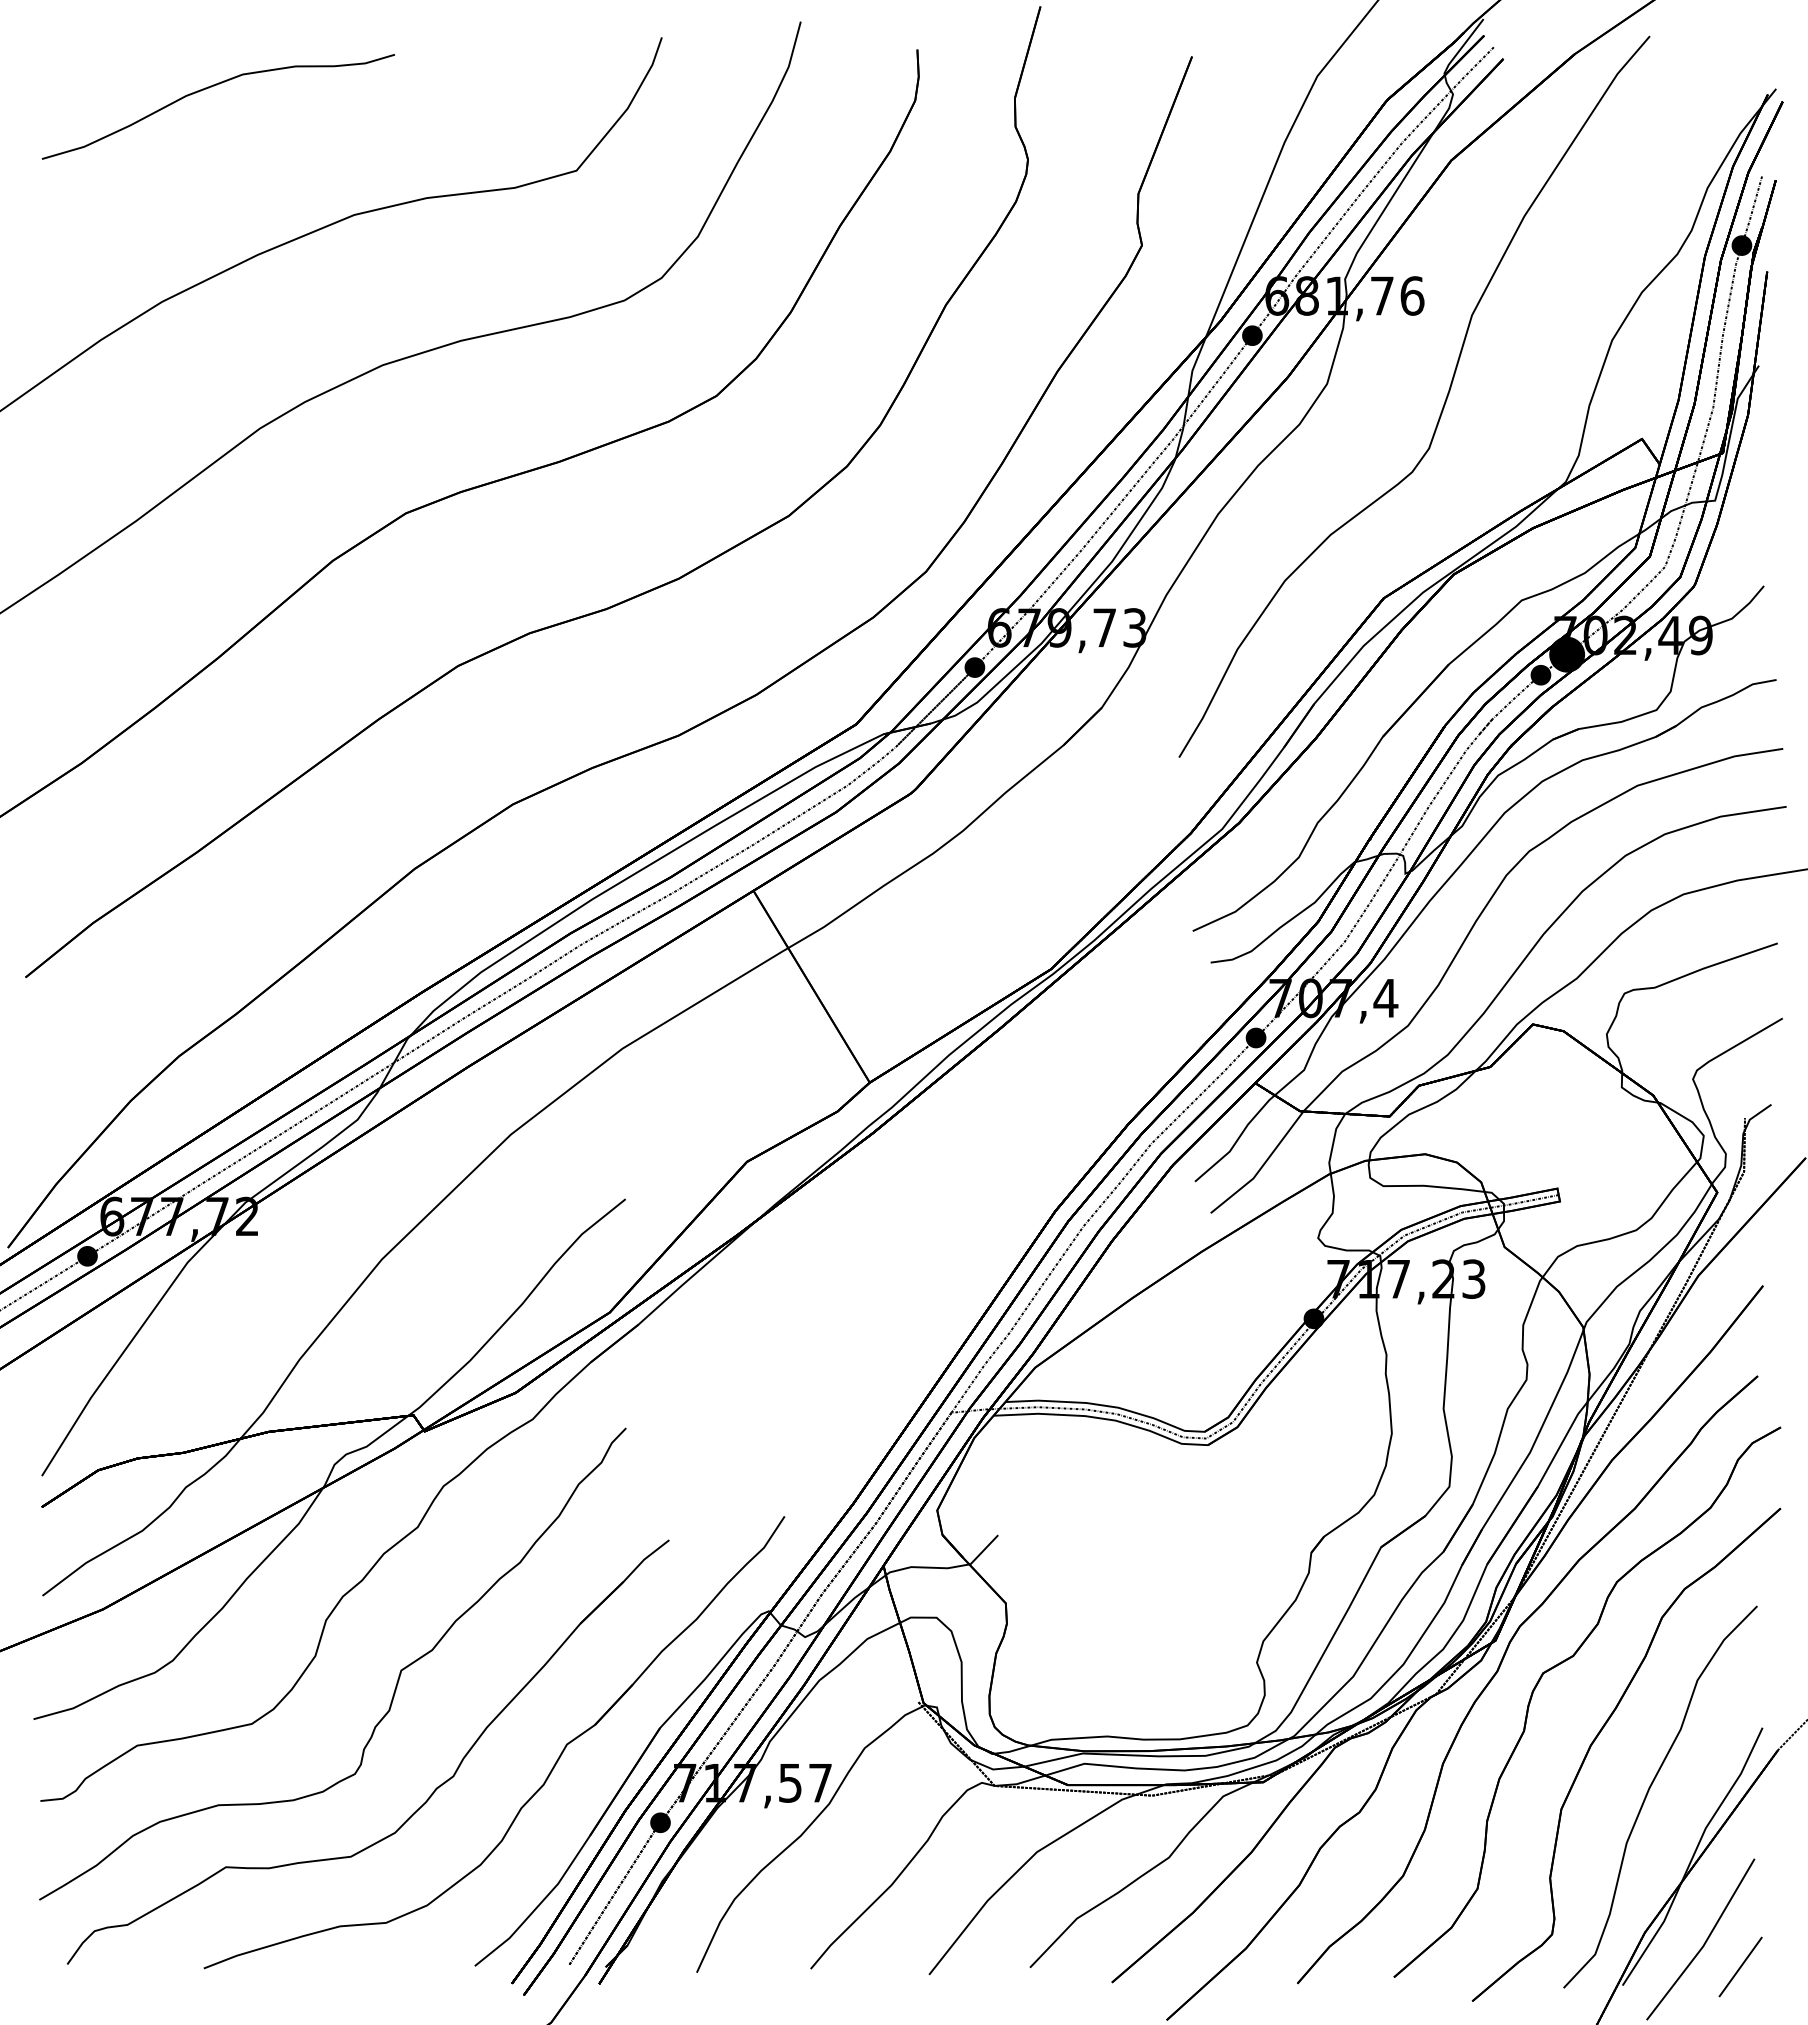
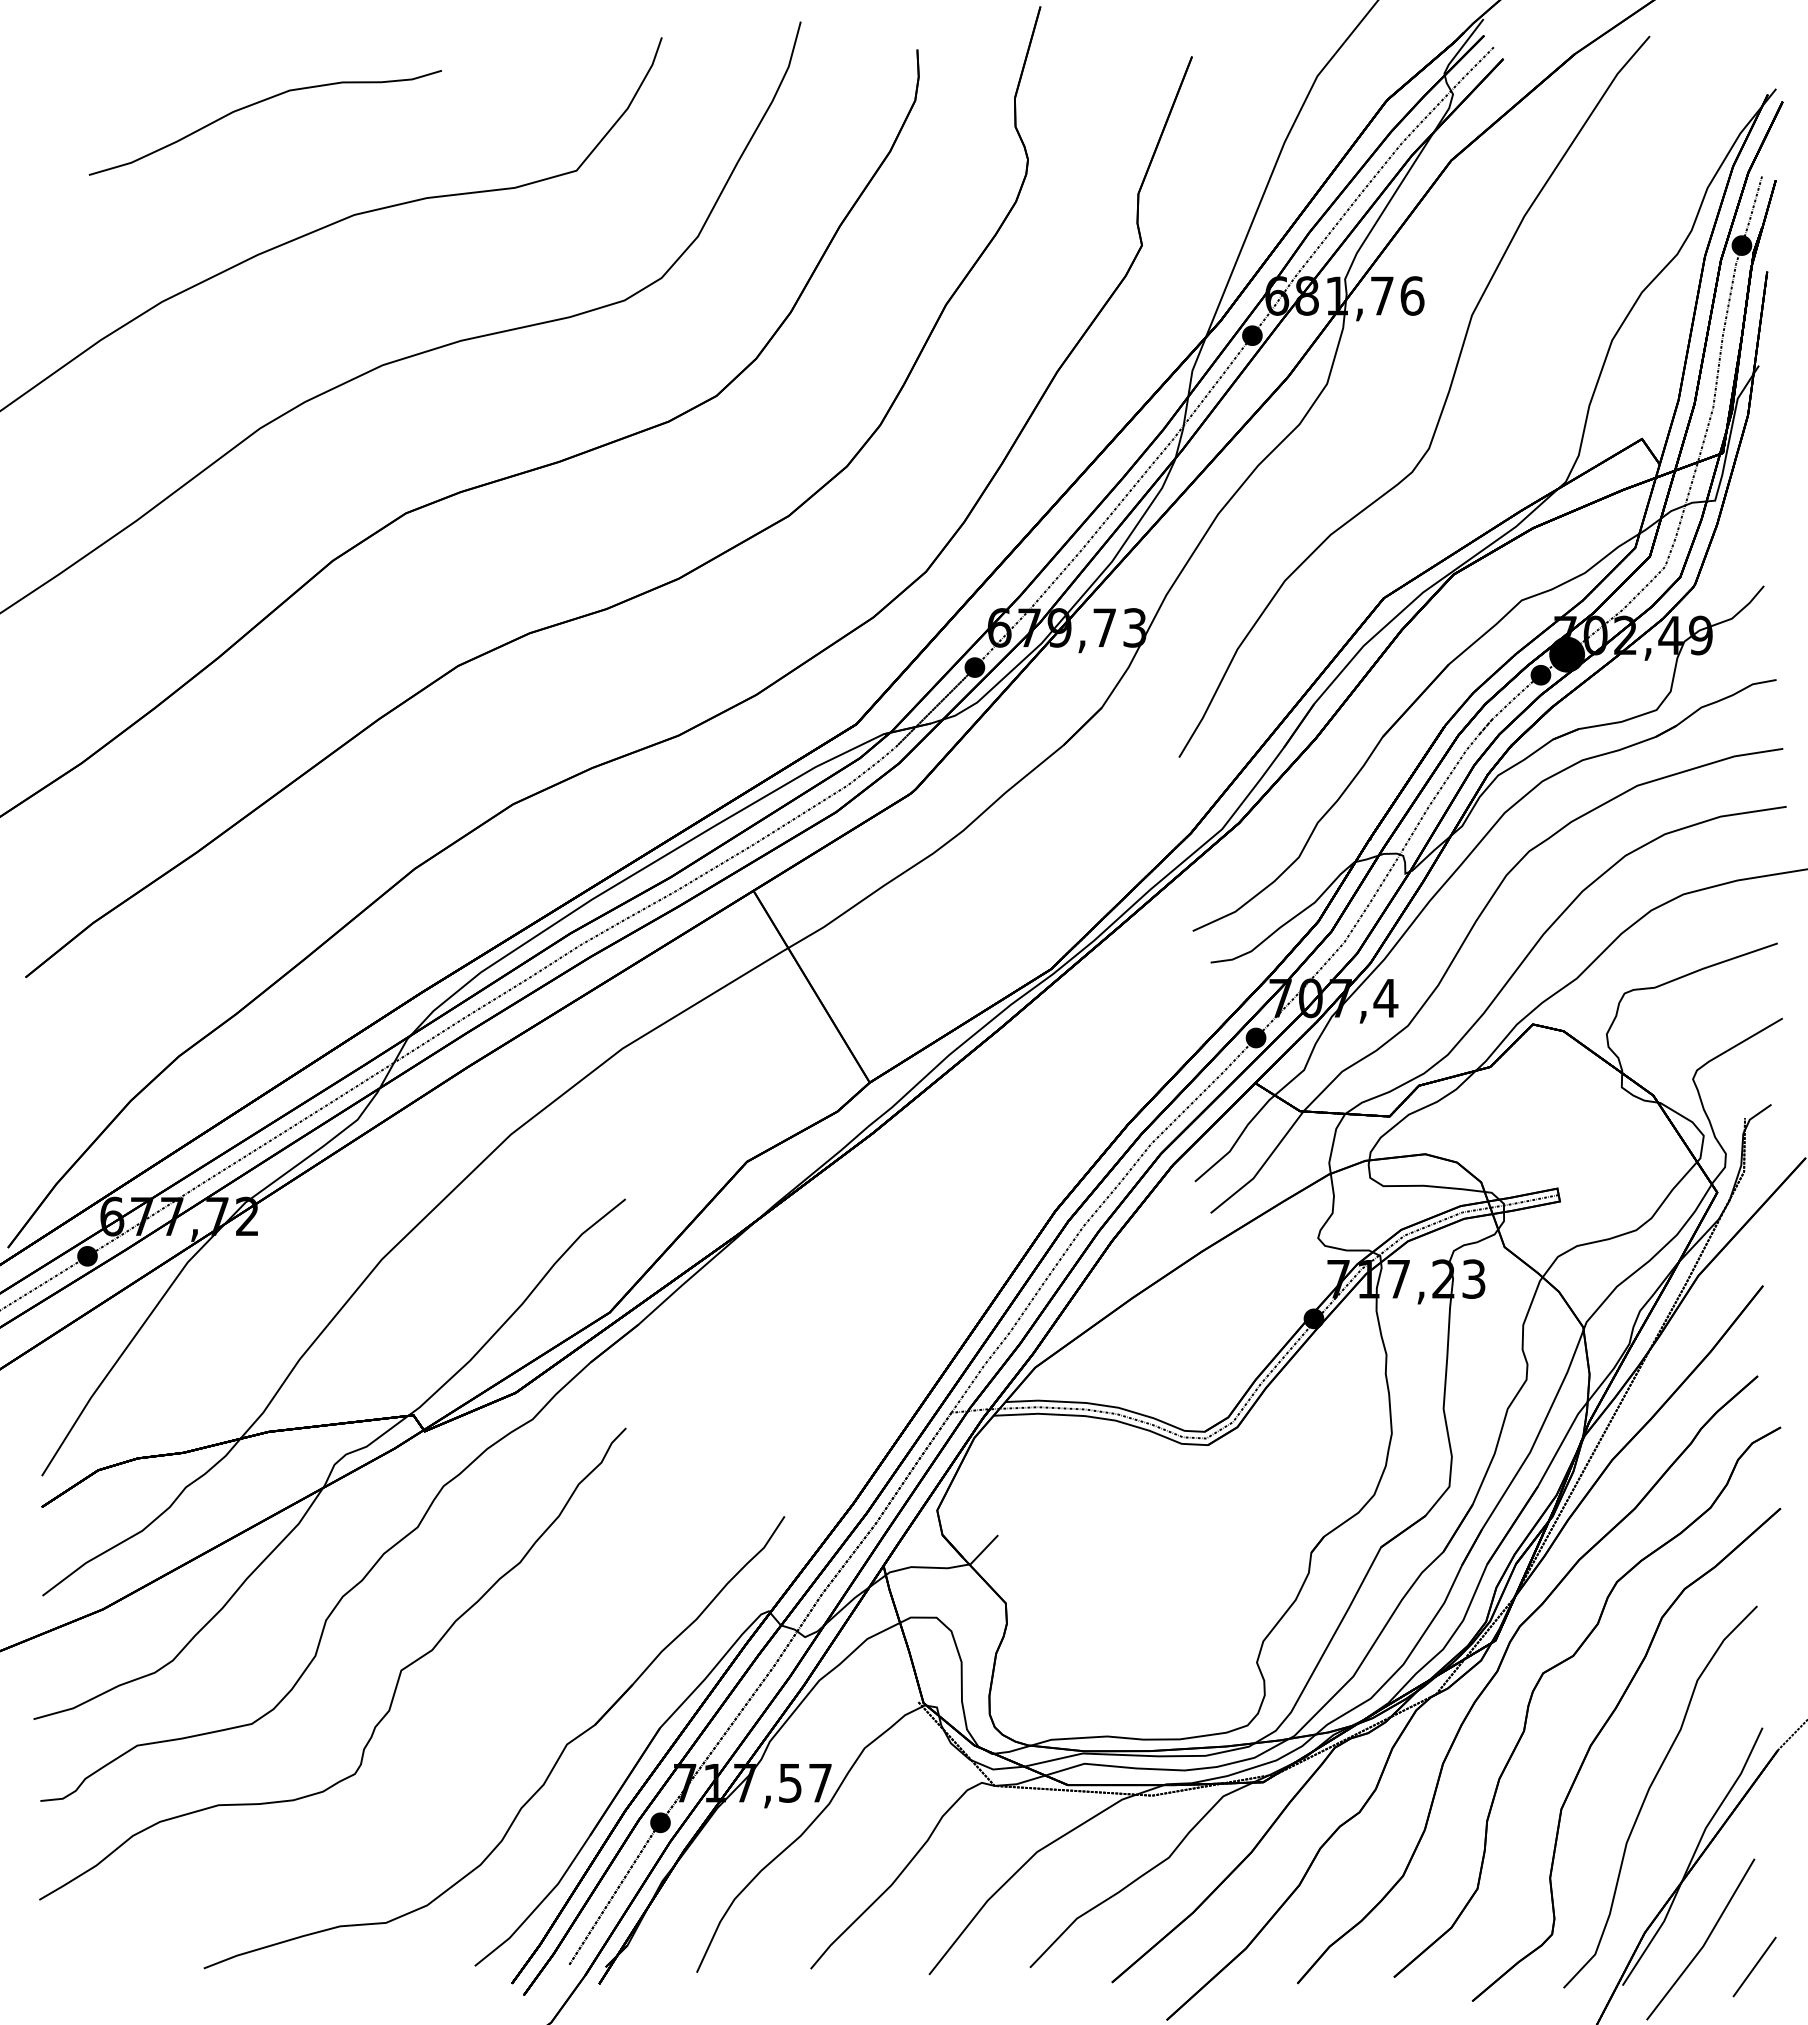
curve at (209, 88) position: (209, 88) -> (256, 104)
part at (426, 1799): present -> none
line at (1740, 1966) position: (1740, 1966) -> (1754, 1966)
